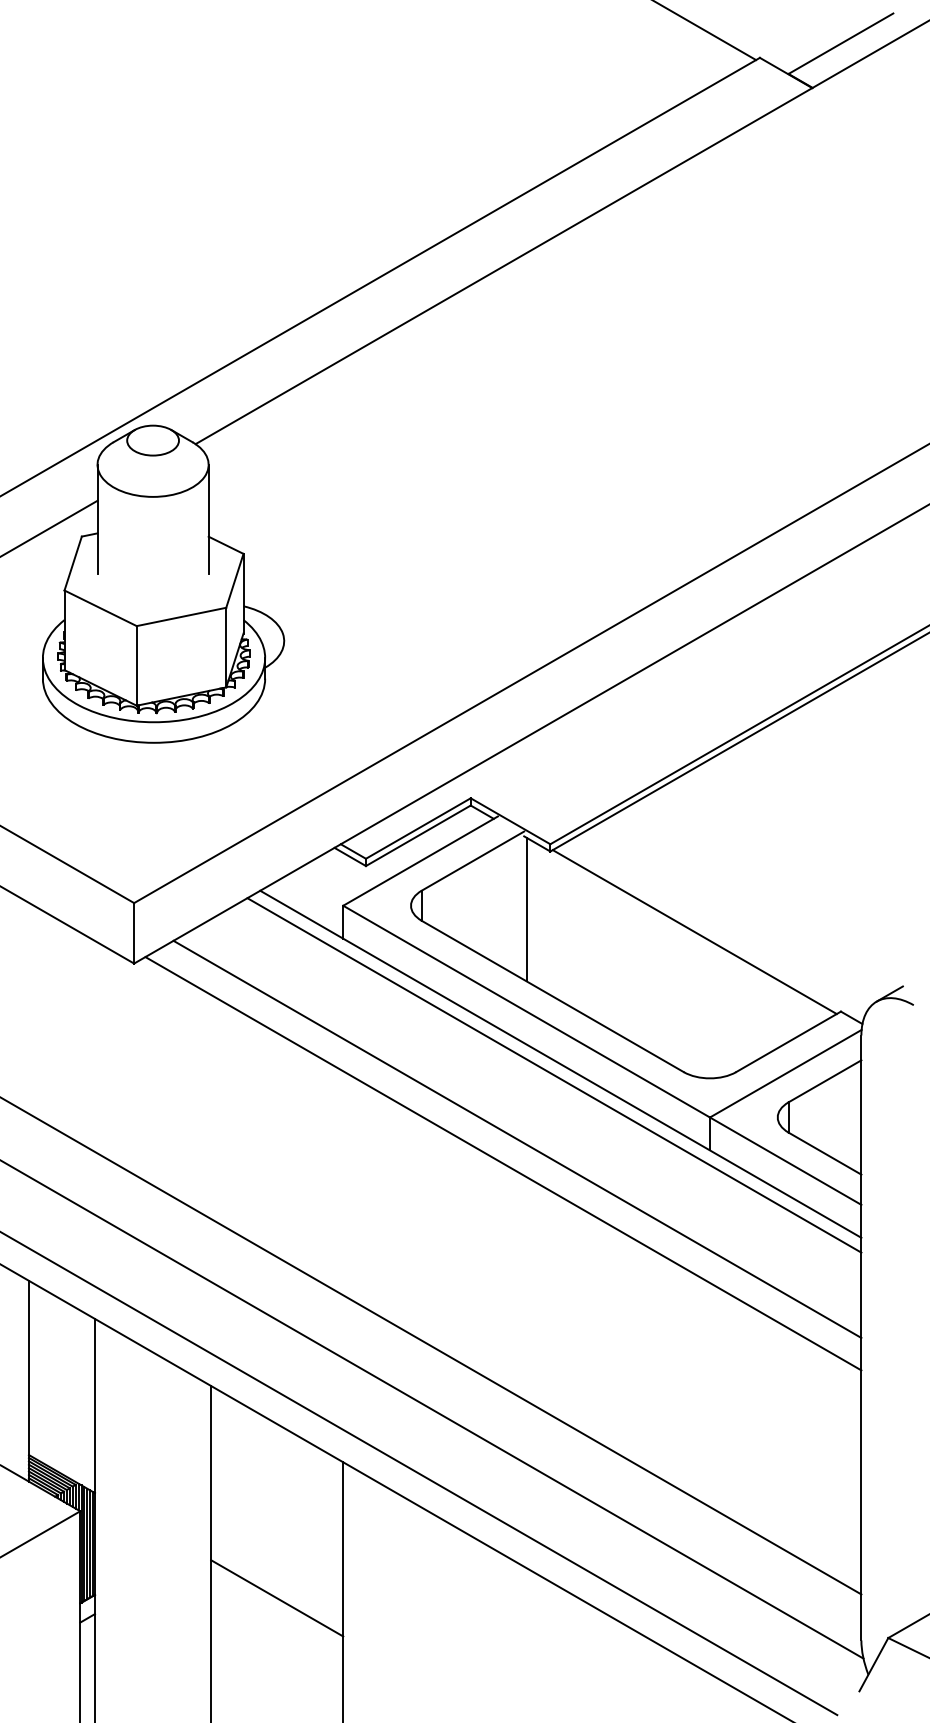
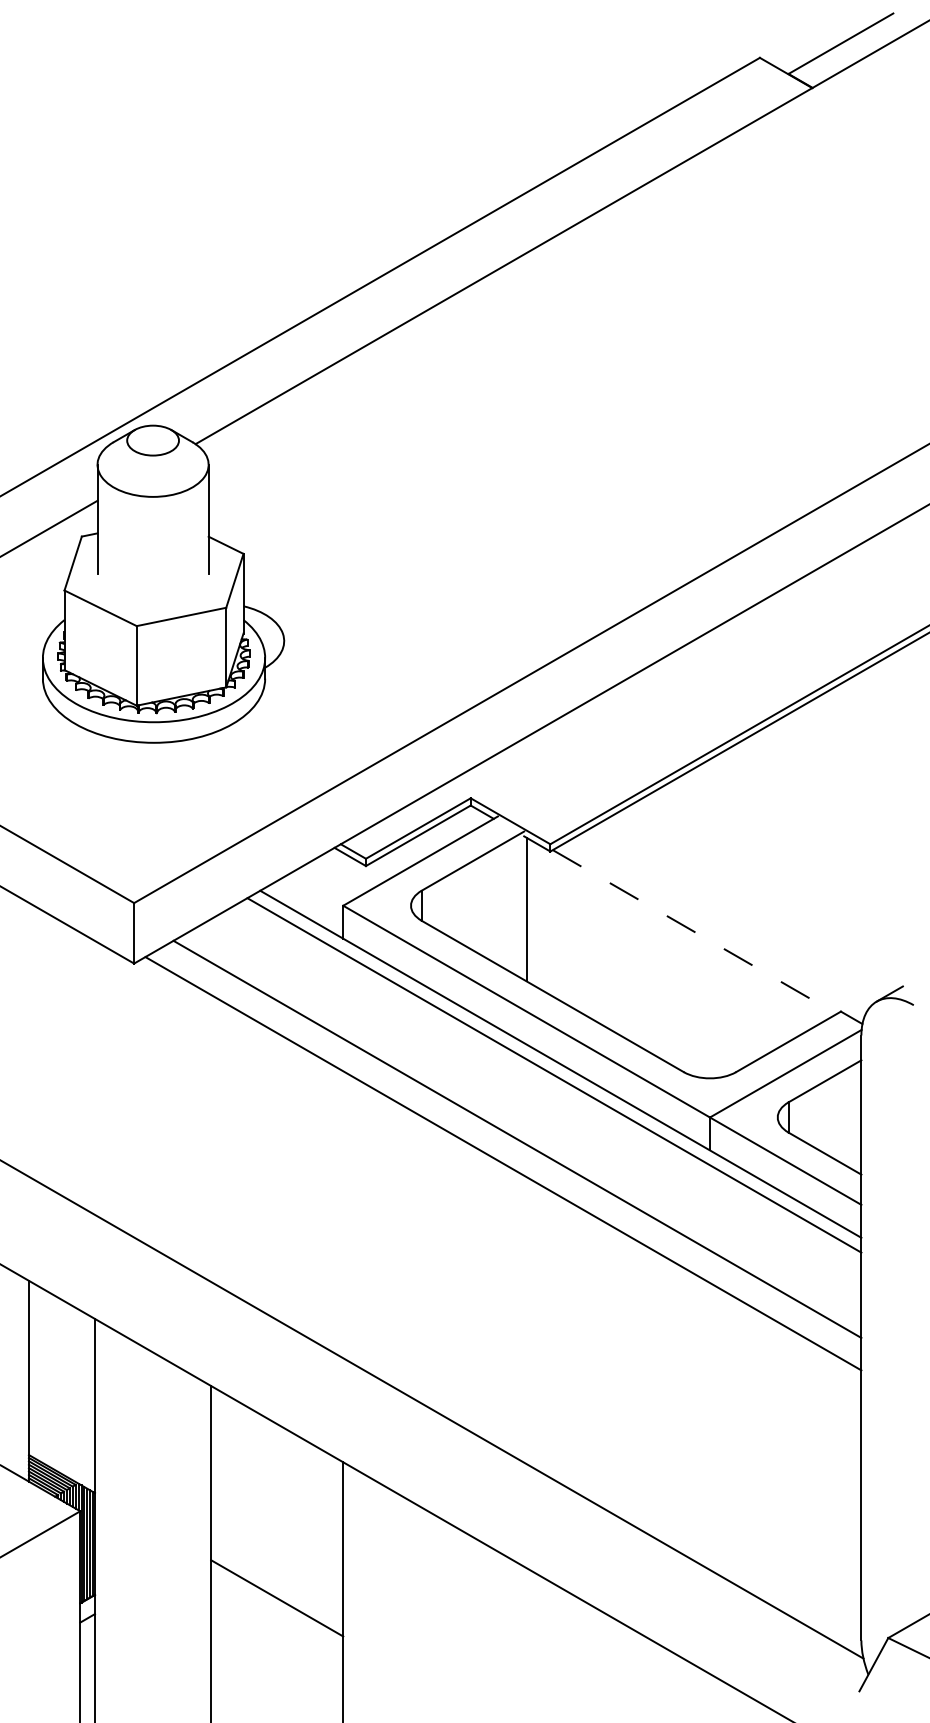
line at (705, 31): present -> none
line at (694, 932): solid -> dashed
line at (431, 1346): present -> none
line at (419, 1474): present -> none
